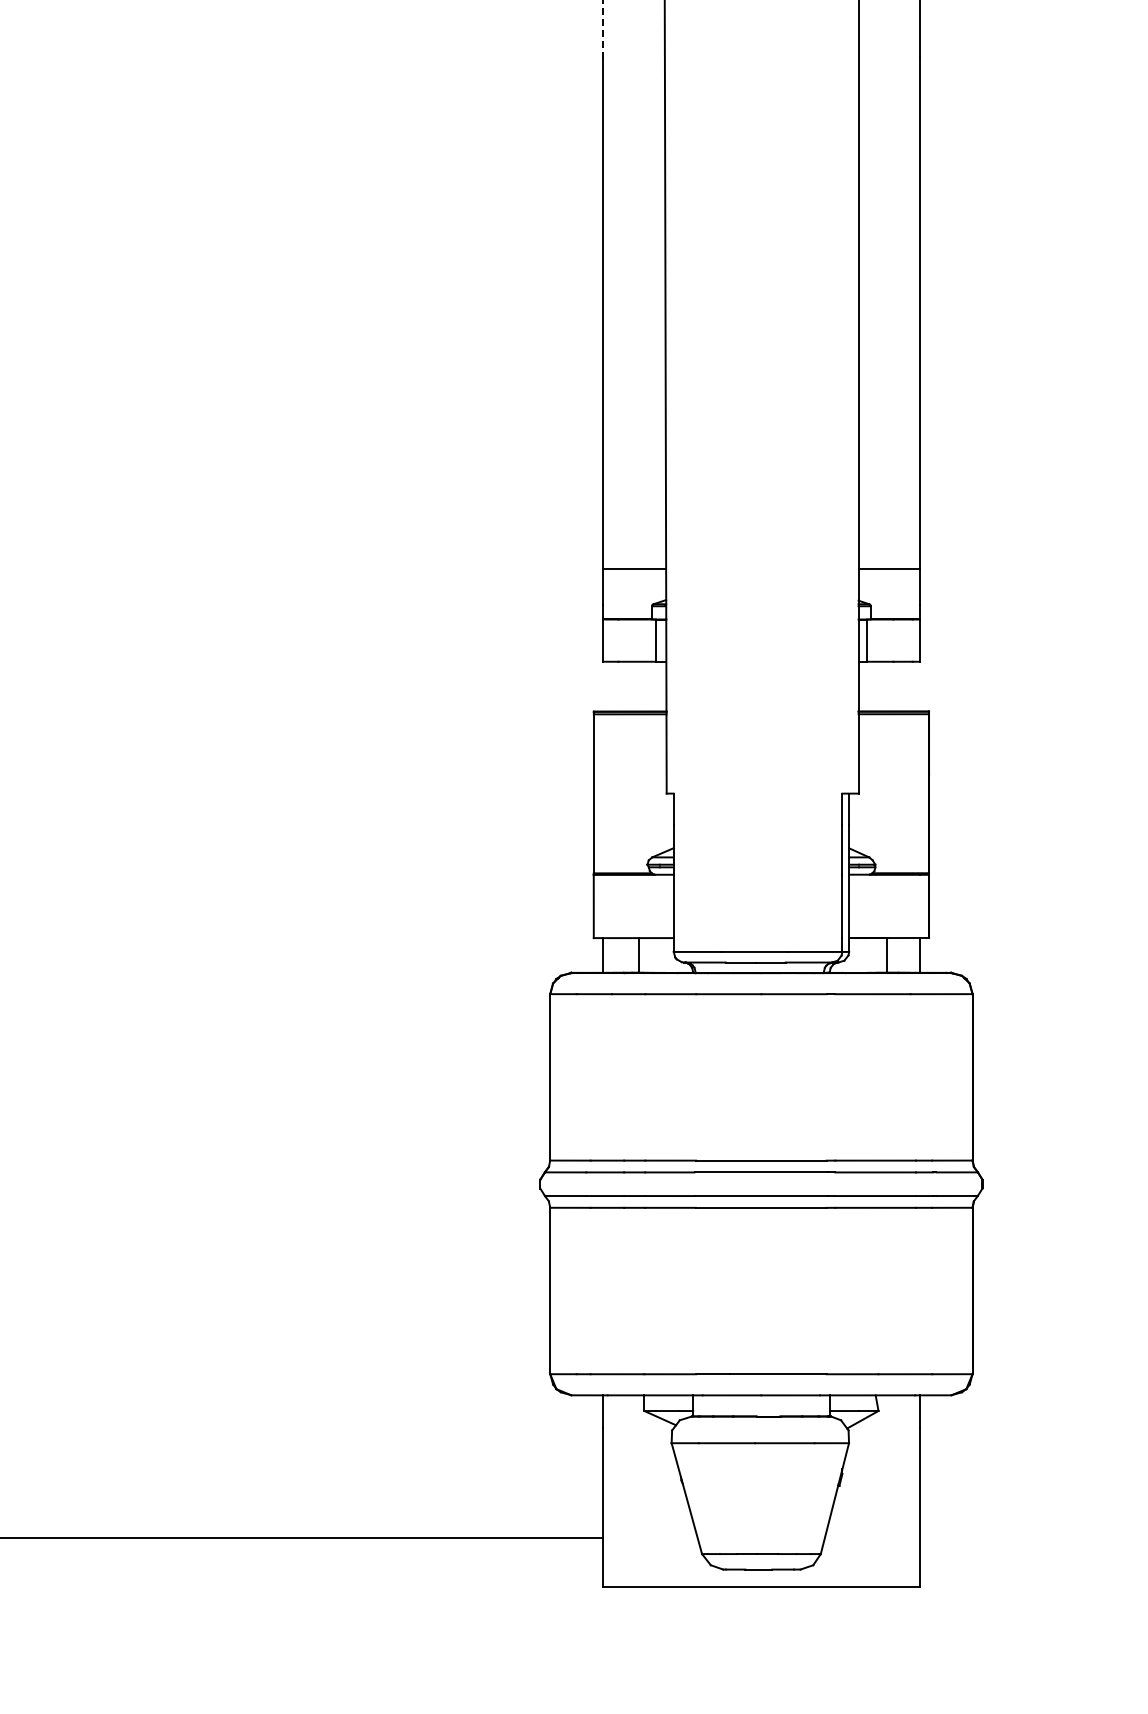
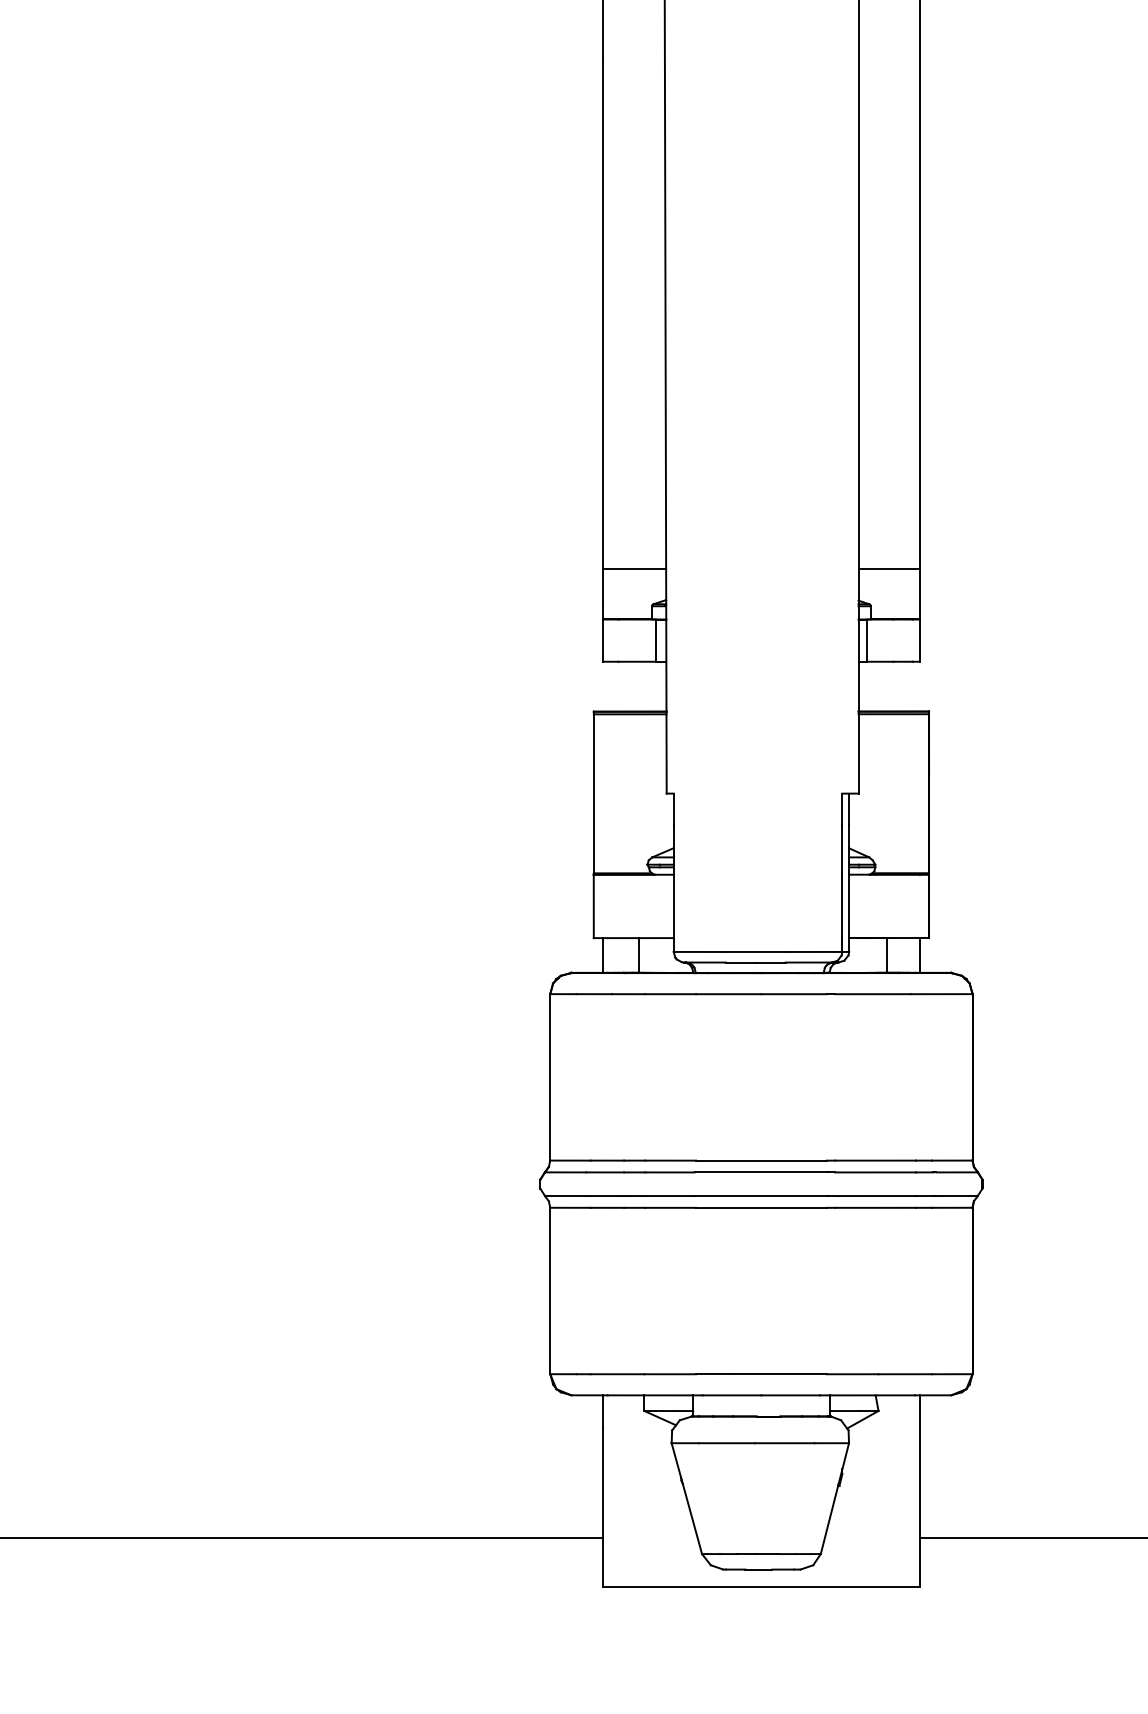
line at (603, 29): dashed -> solid
line at (1031, 1538): none -> present
